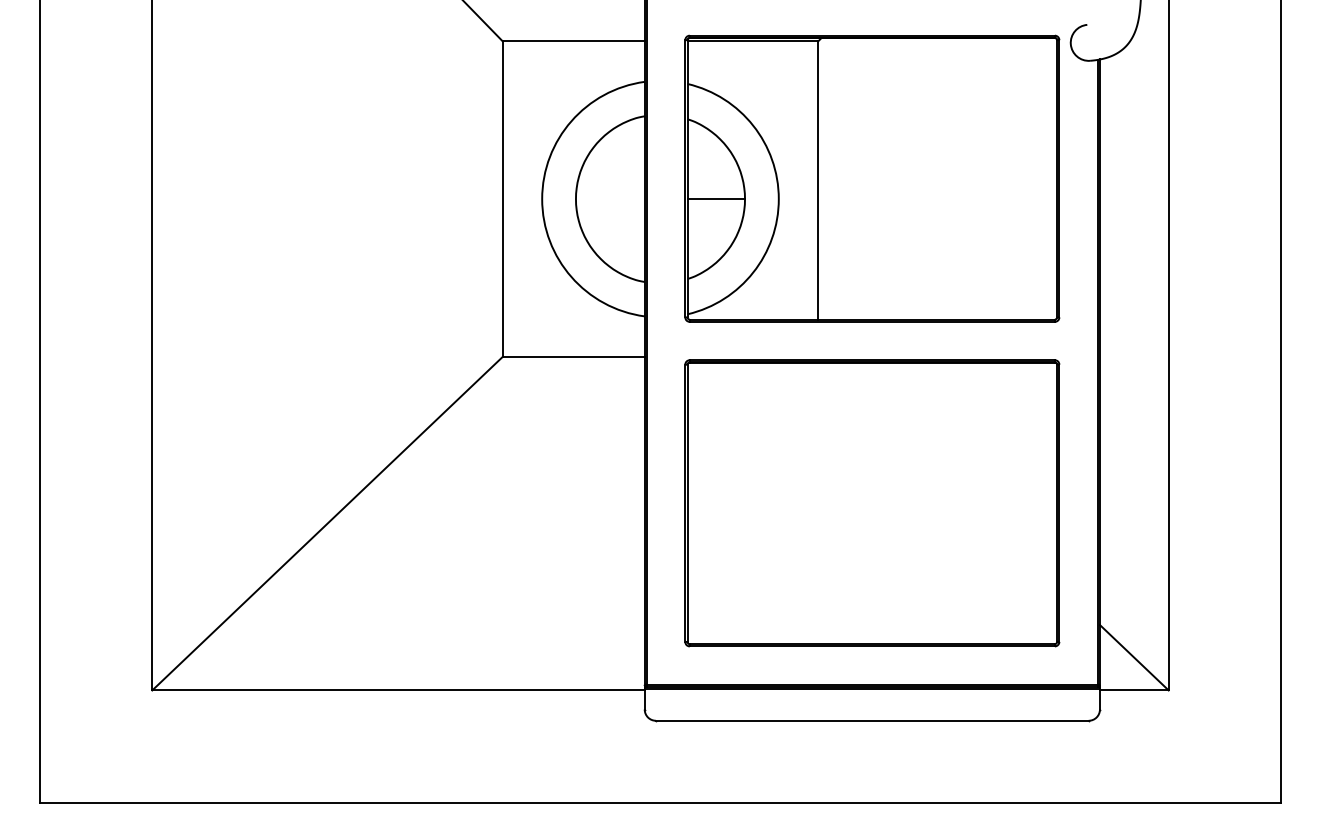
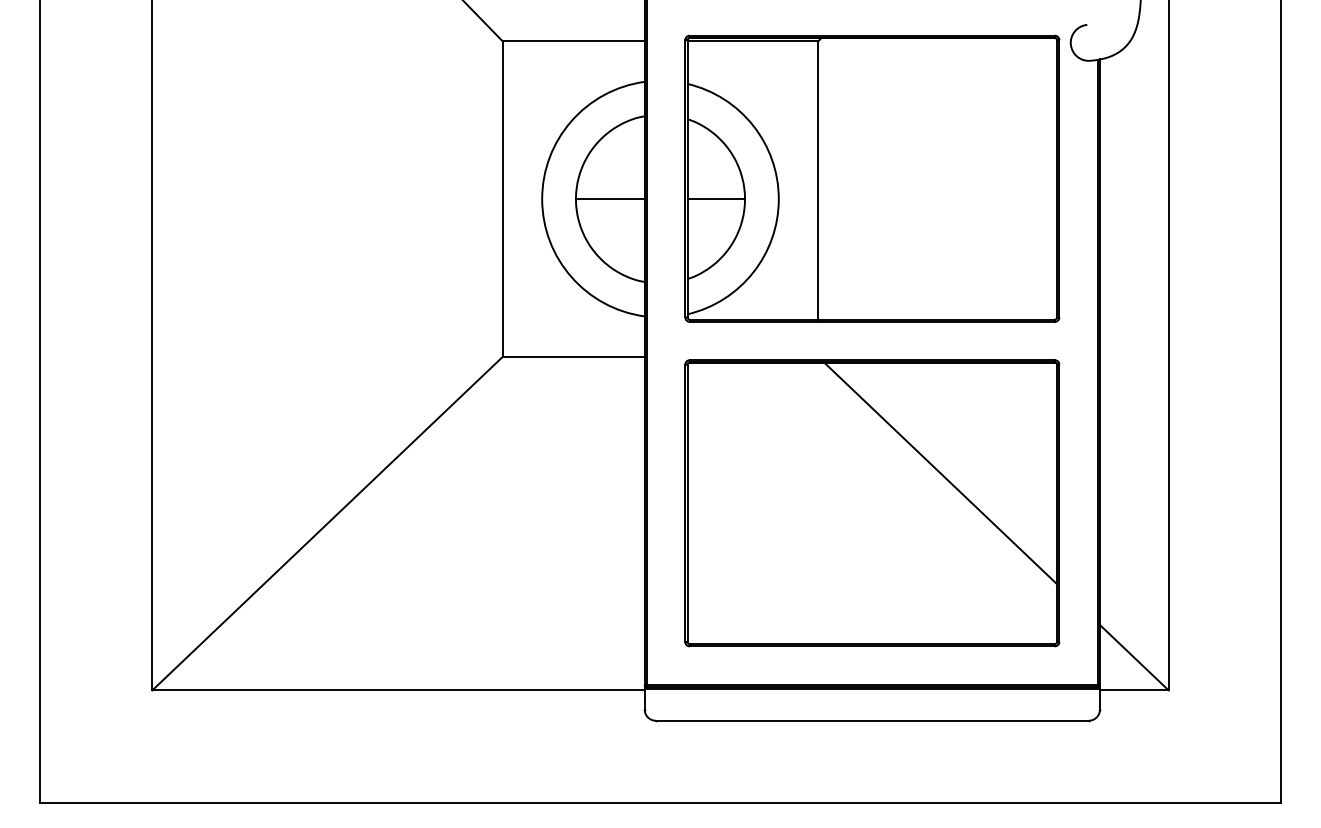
line at (609, 199): none -> present
line at (940, 473): none -> present
